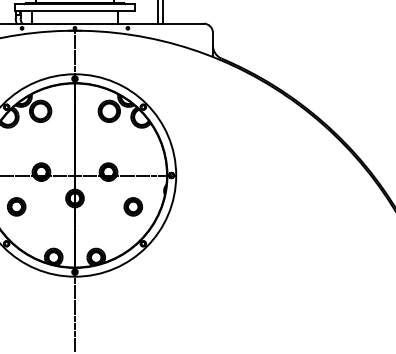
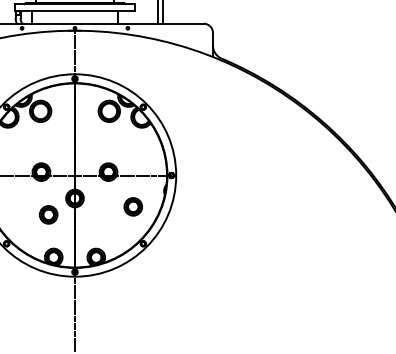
part at (16, 206) position: (16, 206) -> (48, 214)
